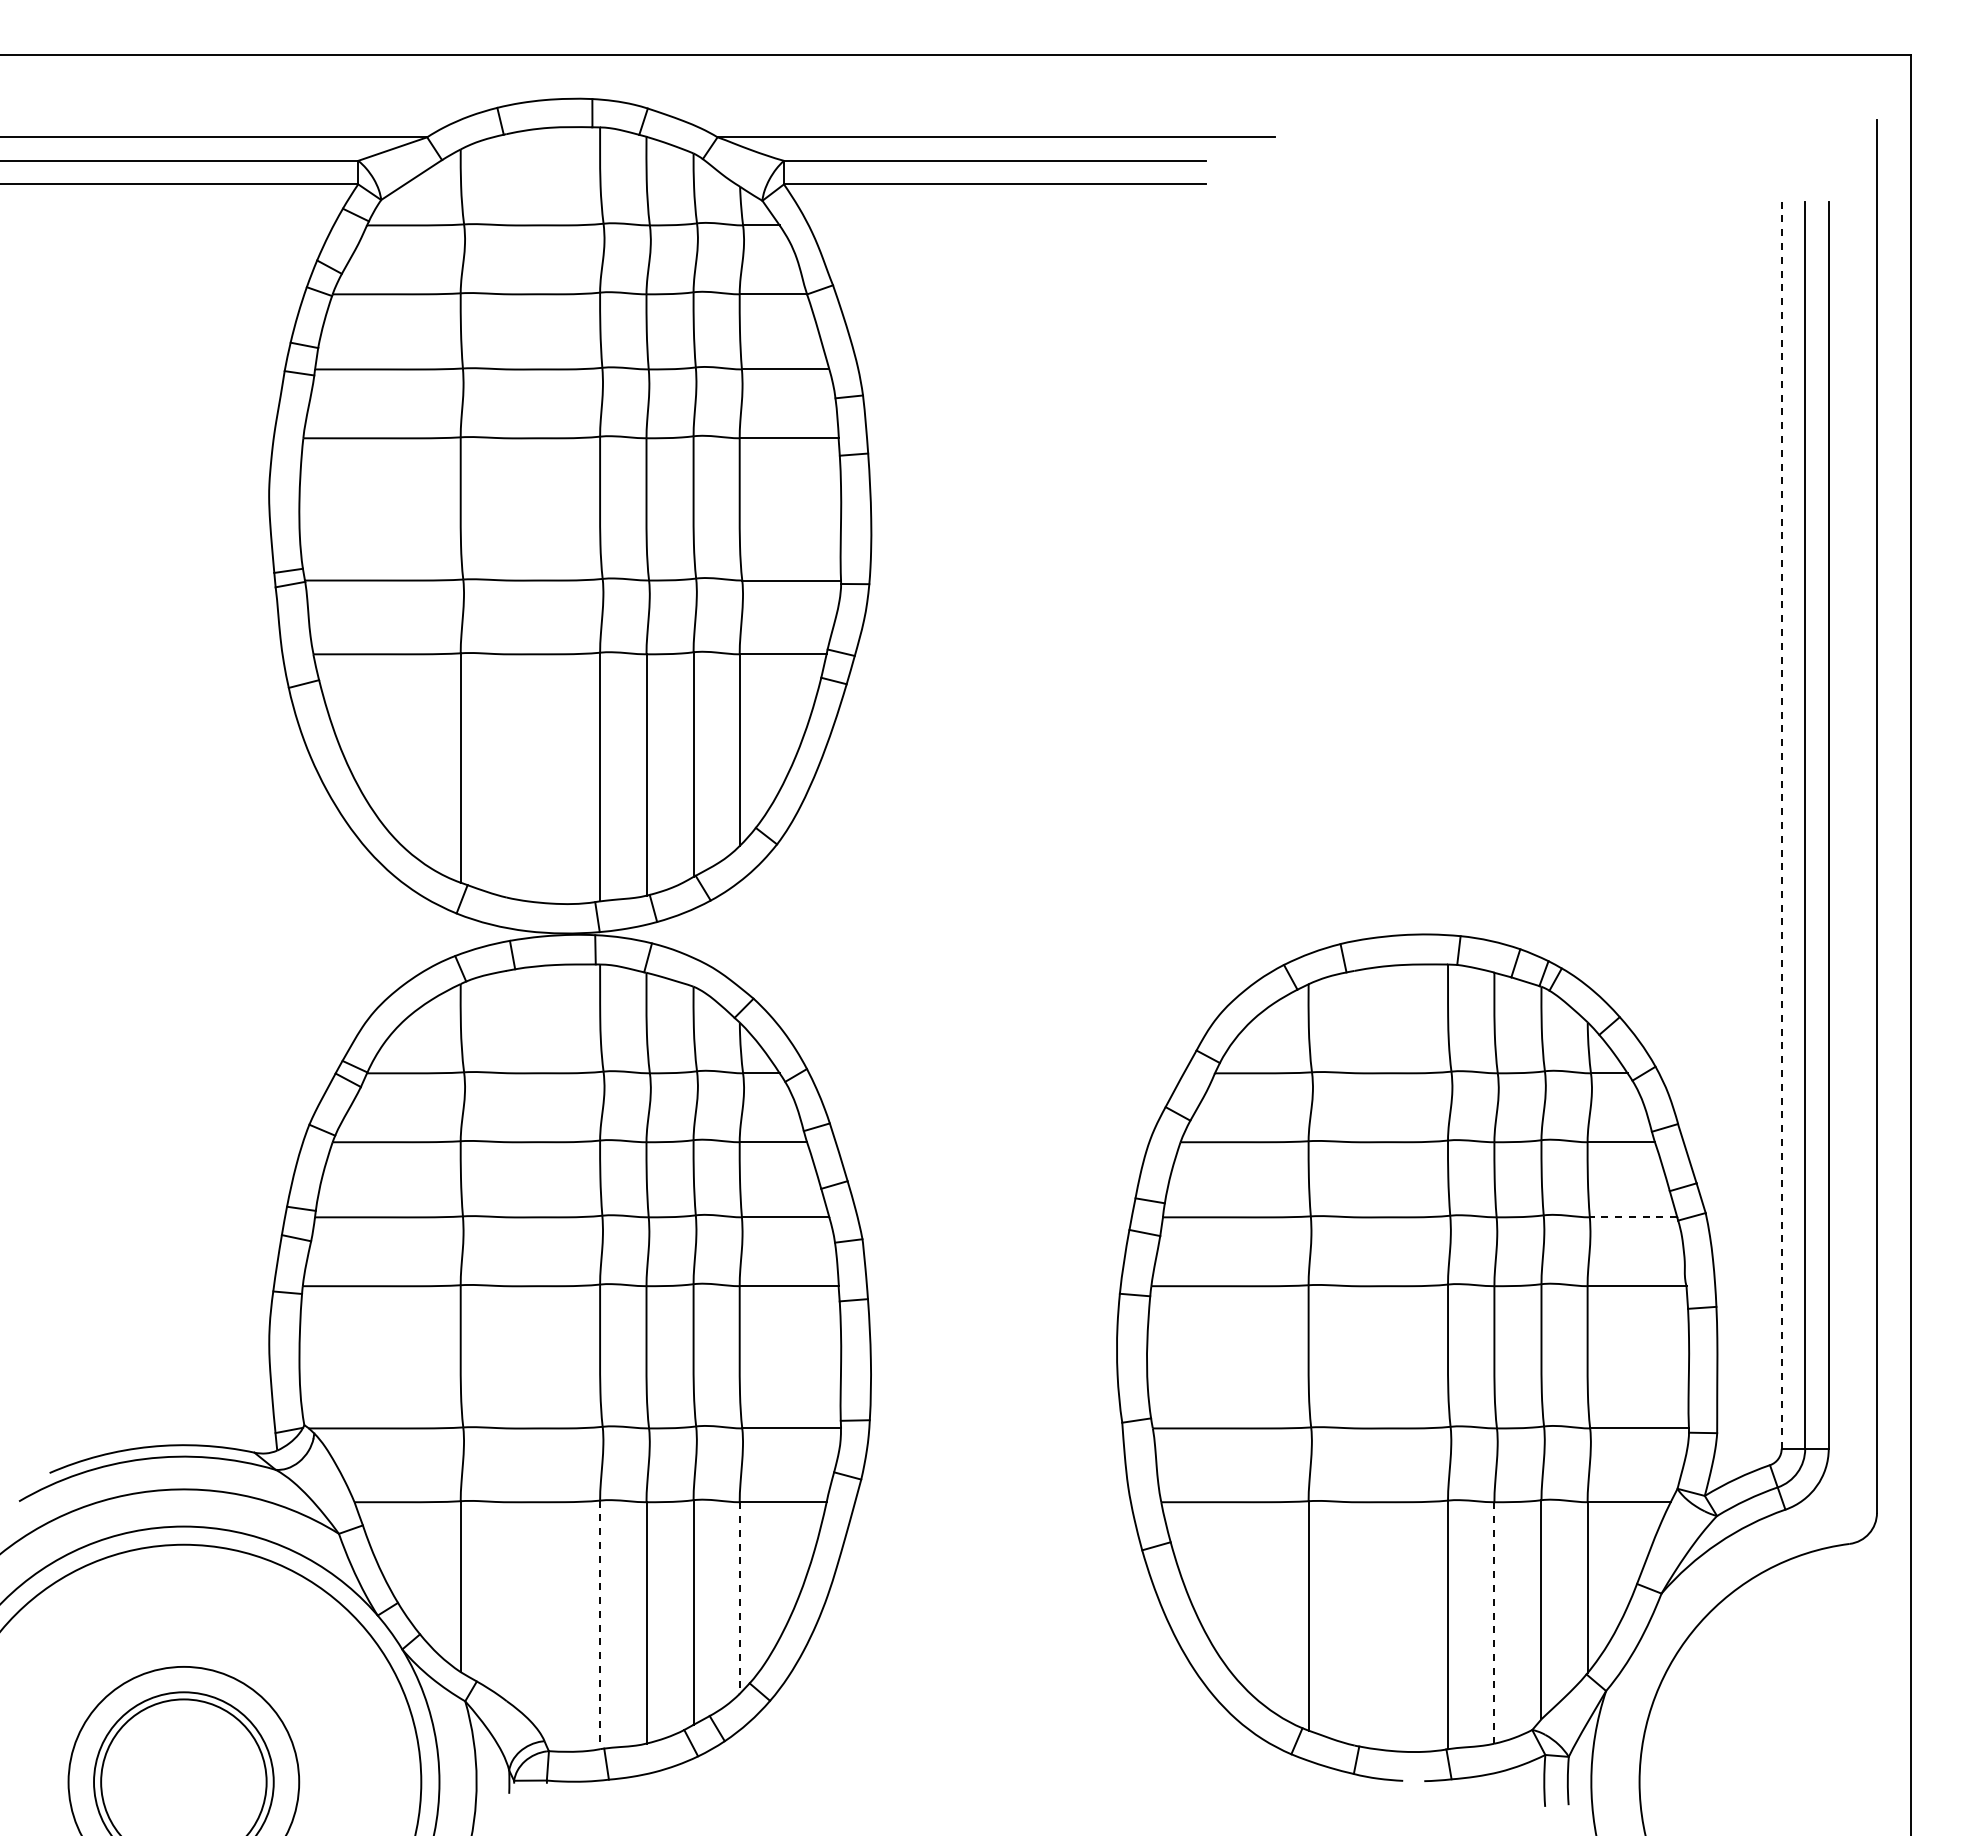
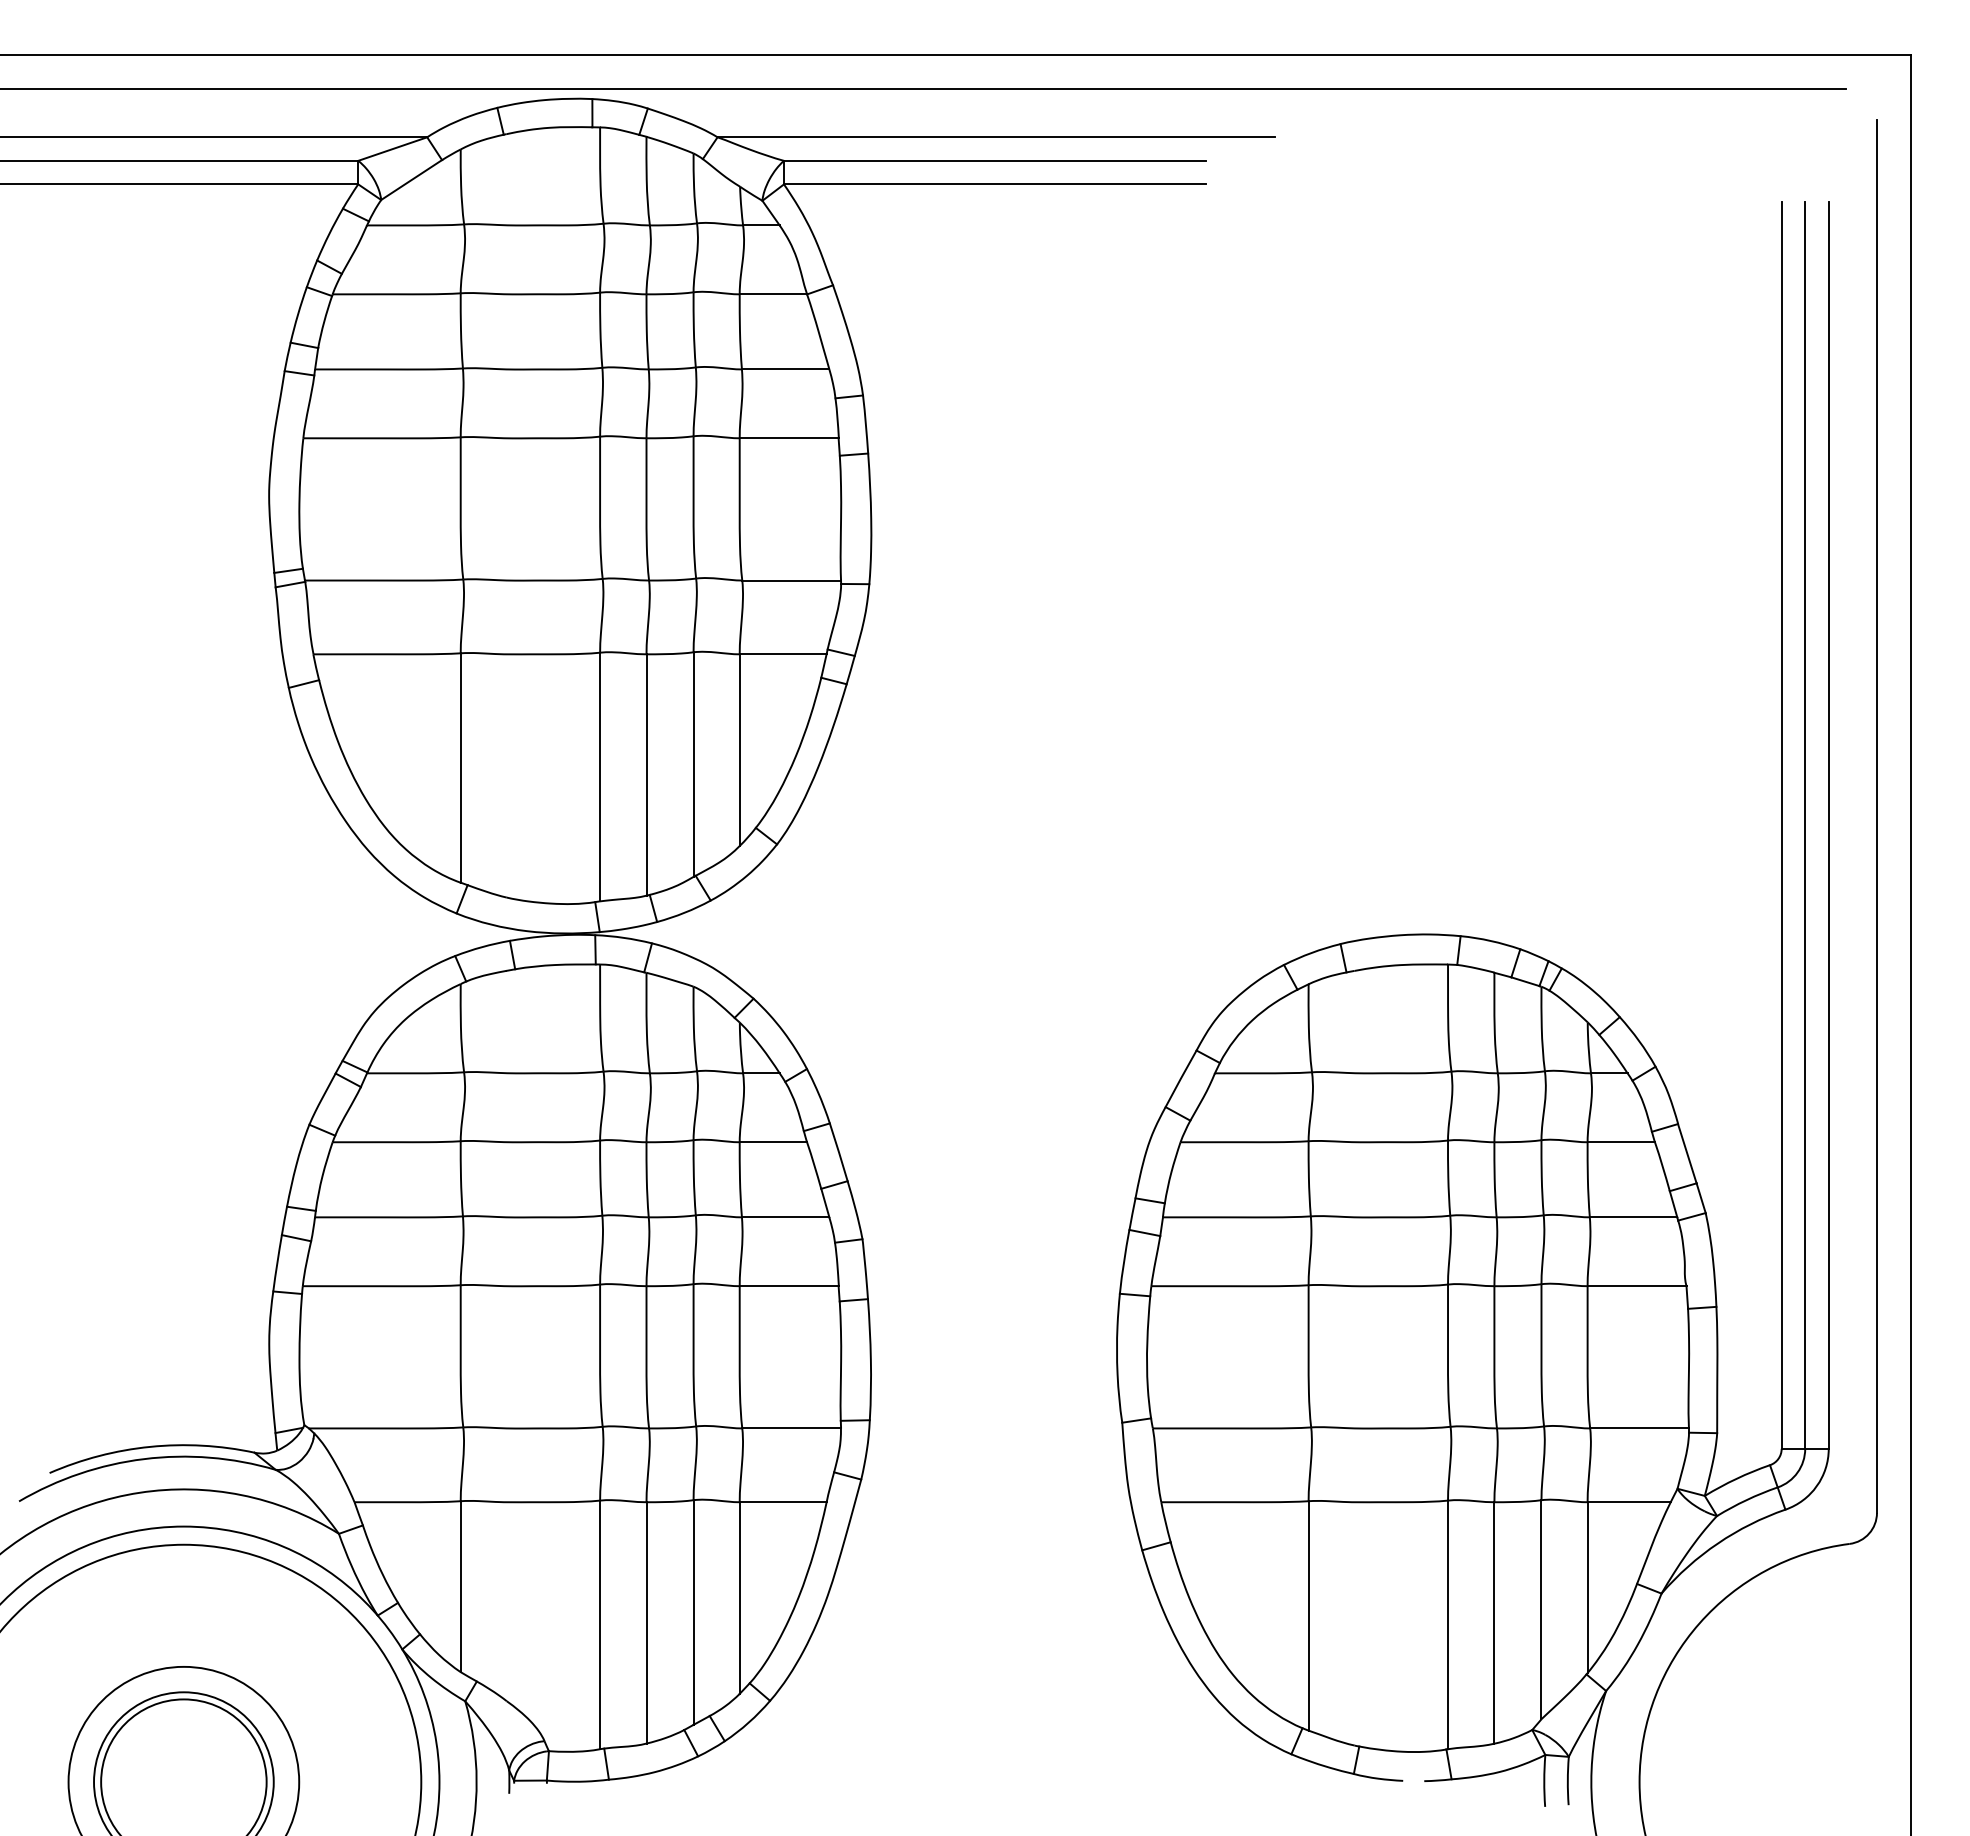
line at (923, 89): none -> present
line at (1781, 825): dashed -> solid
line at (1633, 1217): dashed -> solid
line at (739, 1598): dashed -> solid
line at (1494, 1622): dashed -> solid
line at (600, 1625): dashed -> solid
